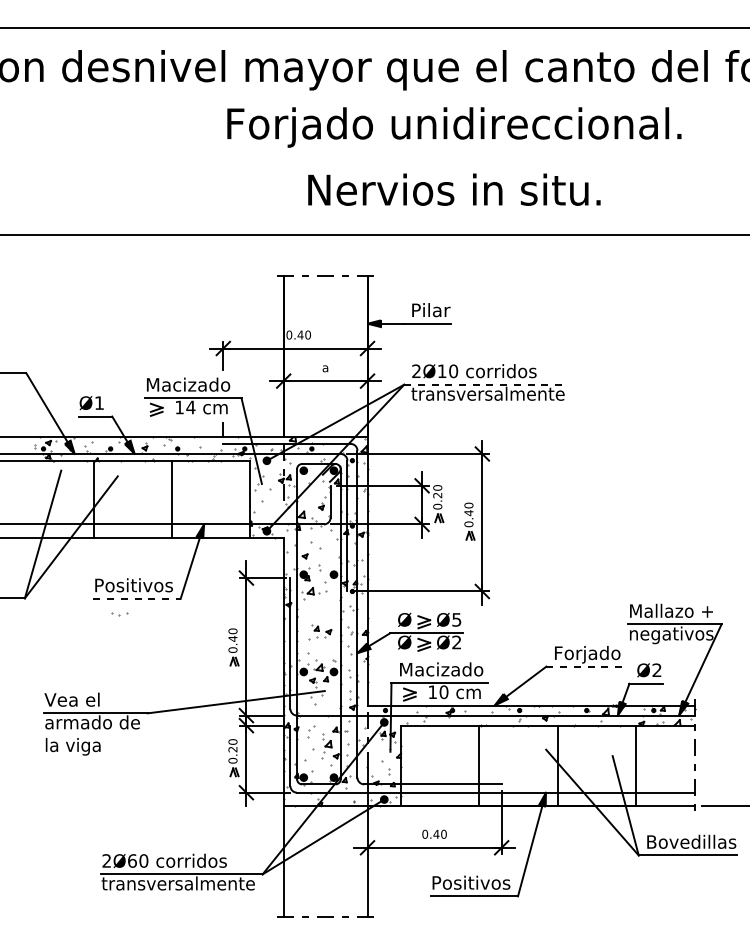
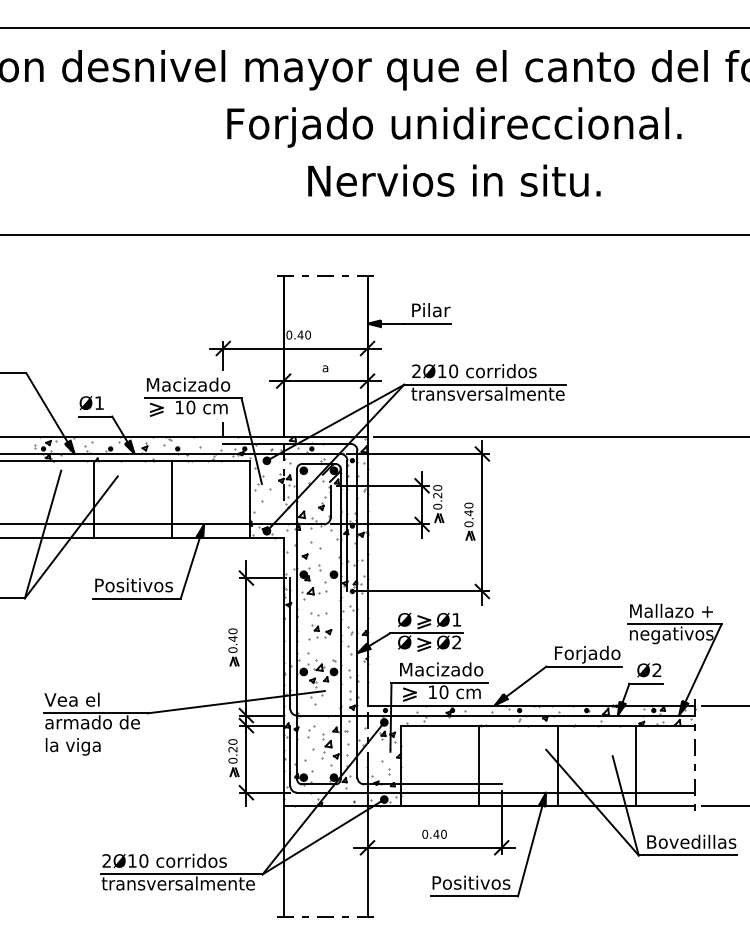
text at (454, 189) position: (454, 189) -> (454, 180)
line at (484, 384): dashed -> solid
text at (190, 407): 14 -> 10
line at (560, 437): none -> present
line at (137, 598): dashed -> solid
part at (119, 614) position: (119, 614) -> (318, 614)
text at (456, 619): Ø5 -> Ø1
line at (583, 666): dashed -> solid
line at (723, 705): none -> present
text at (132, 860): 2Ø60 -> 2Ø10
